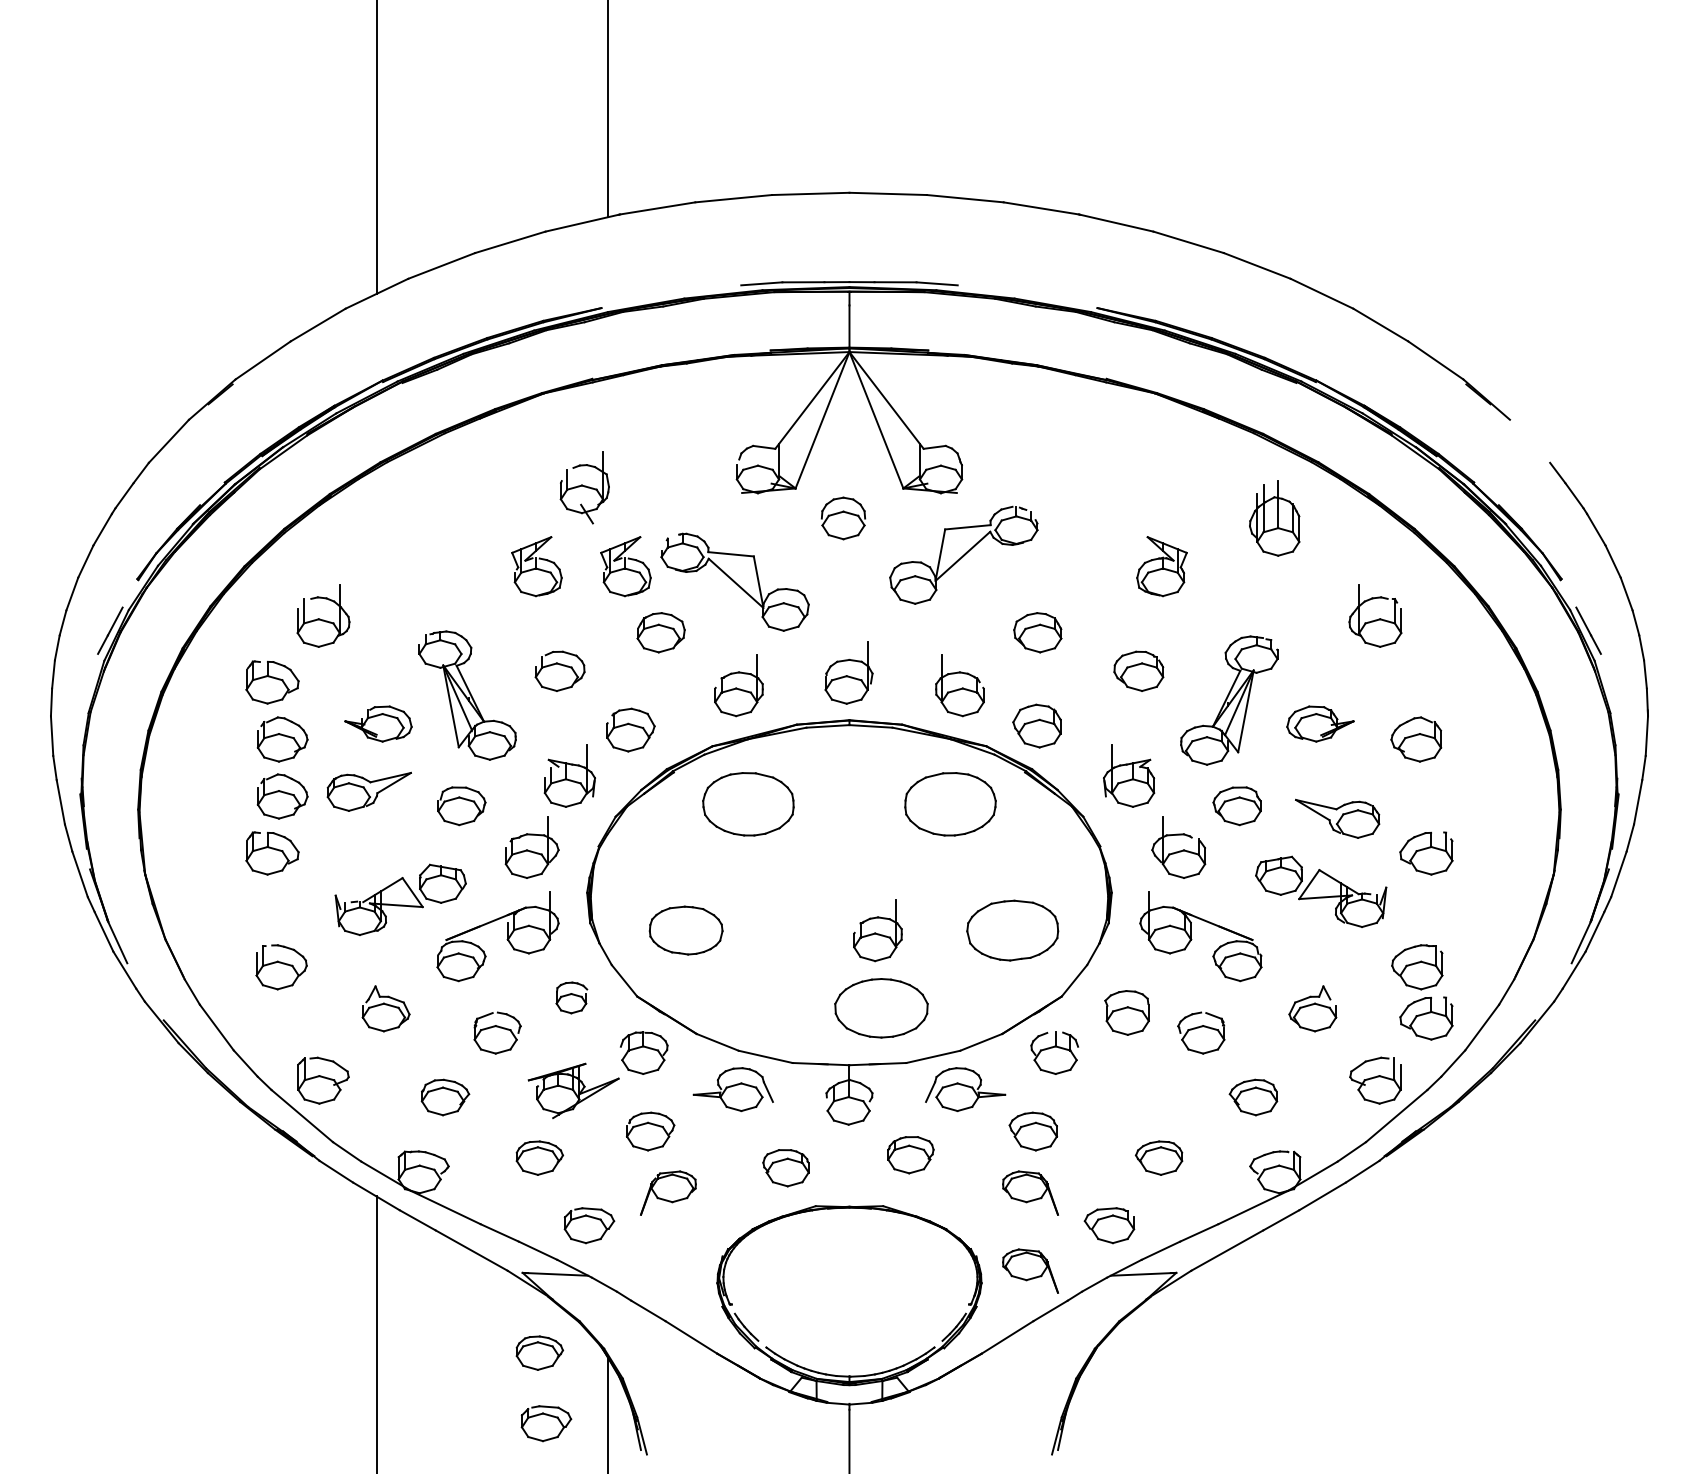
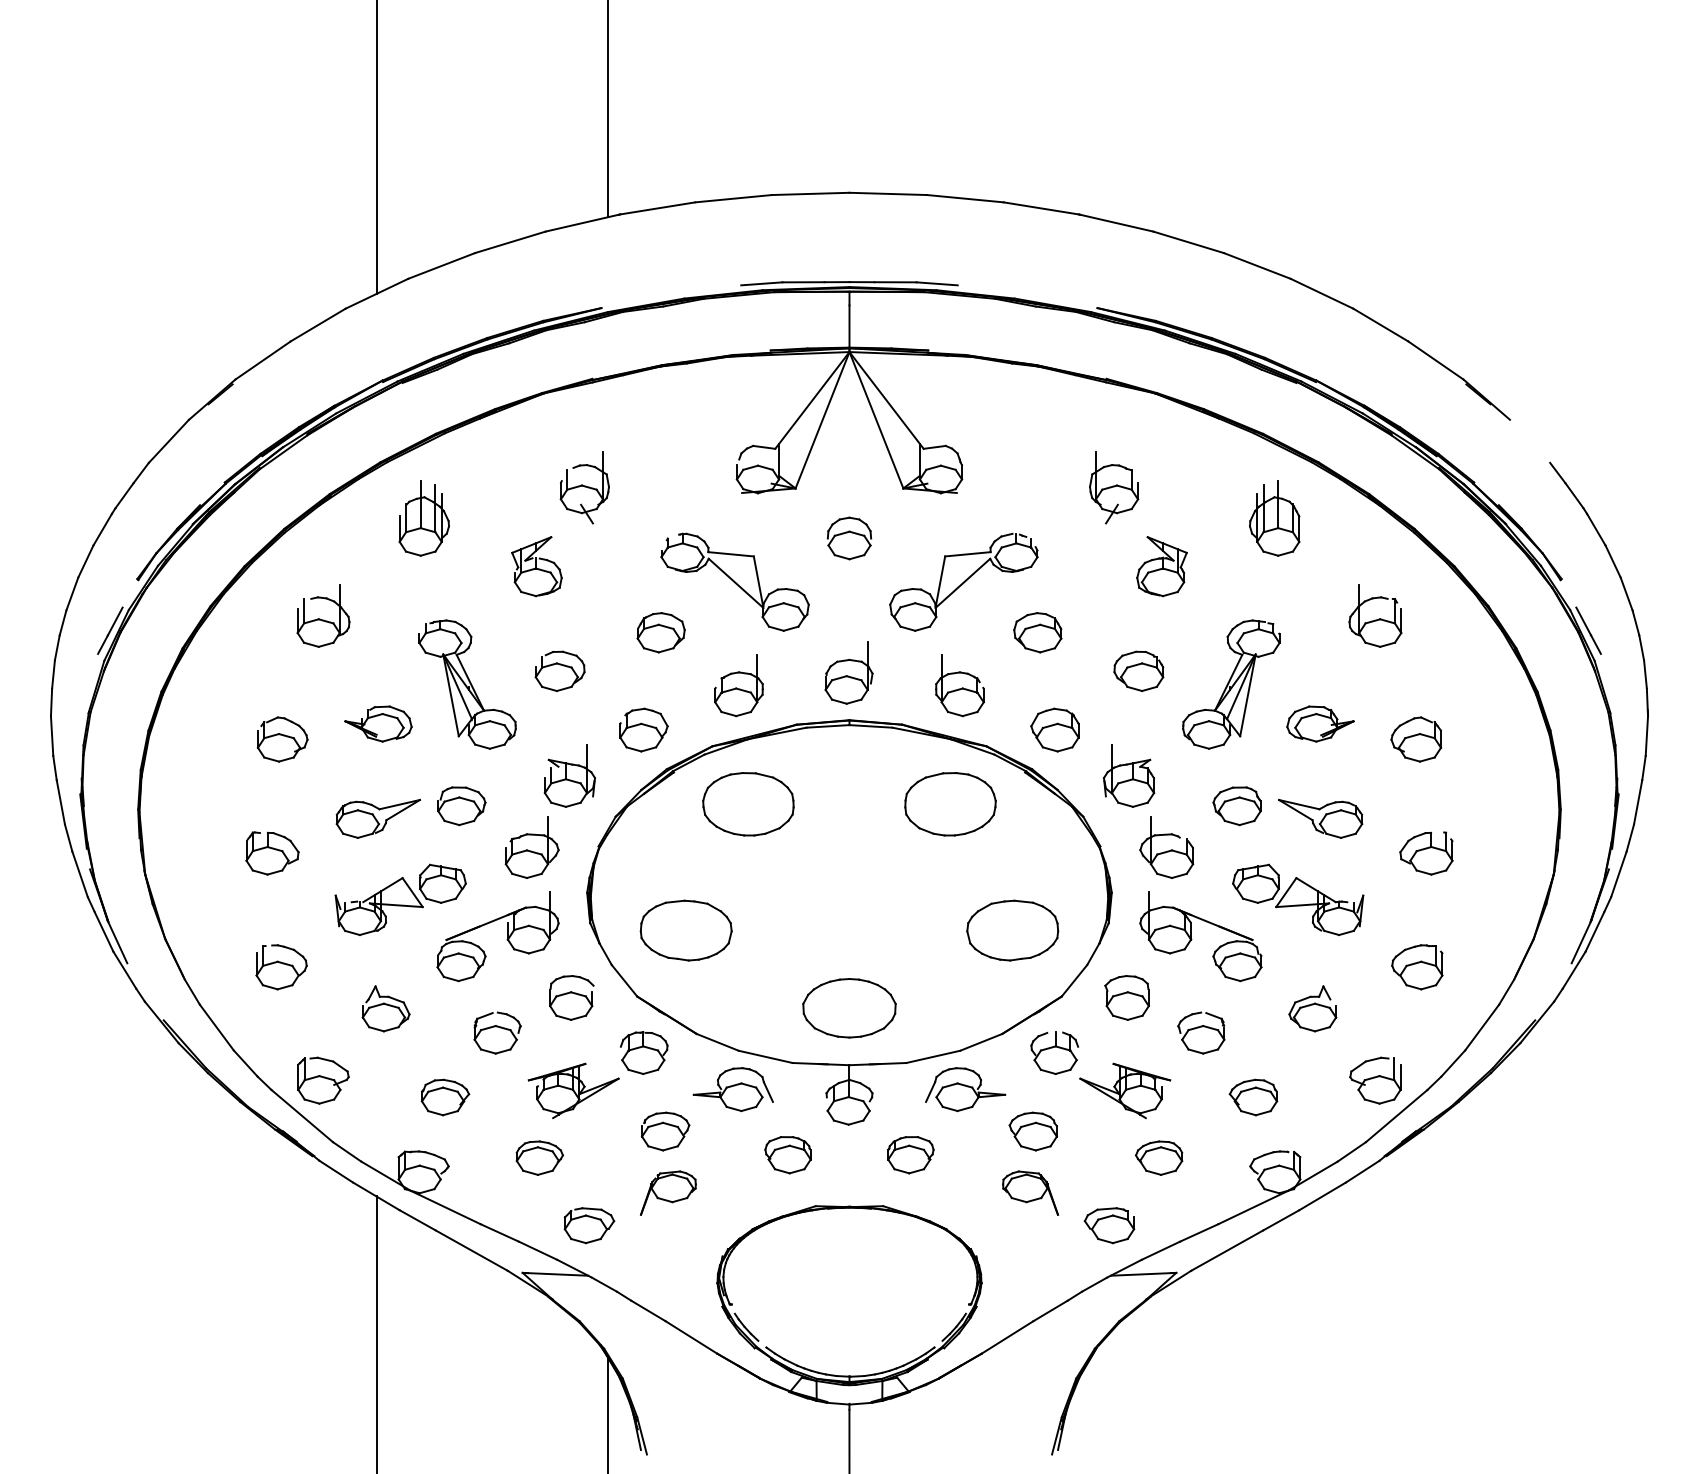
part at (1114, 487): none -> present
part at (423, 518): none -> present
part at (843, 518) position: (843, 518) -> (849, 538)
part at (963, 554) position: (963, 554) -> (963, 581)
part at (625, 566): present -> none
part at (272, 682): present -> none
part at (467, 695) position: (467, 695) -> (467, 684)
part at (1229, 700) position: (1229, 700) -> (1231, 684)
part at (1036, 725) position: (1036, 725) -> (1054, 729)
part at (630, 729) position: (630, 729) -> (643, 729)
part at (368, 791) position: (368, 791) -> (377, 818)
part at (282, 796): present -> none
part at (1337, 818) position: (1337, 818) -> (1320, 818)
part at (1178, 847) position: (1178, 847) -> (1166, 847)
part at (1321, 891) position: (1321, 891) -> (1298, 899)
part at (685, 930) size: 76x51 px -> 94x63 px
part at (877, 930): present -> none
part at (571, 997) size: 34x34 px -> 46x46 px
part at (881, 1008) position: (881, 1008) -> (849, 1008)
part at (1126, 1012) position: (1126, 1012) -> (1126, 997)
part at (1426, 1018): present -> none
part at (1125, 1090): none -> present
part at (650, 1131) position: (650, 1131) -> (665, 1131)
part at (785, 1168) position: (785, 1168) -> (787, 1155)
part at (1030, 1270): present -> none
part at (539, 1352): present -> none
part at (546, 1423): present -> none
